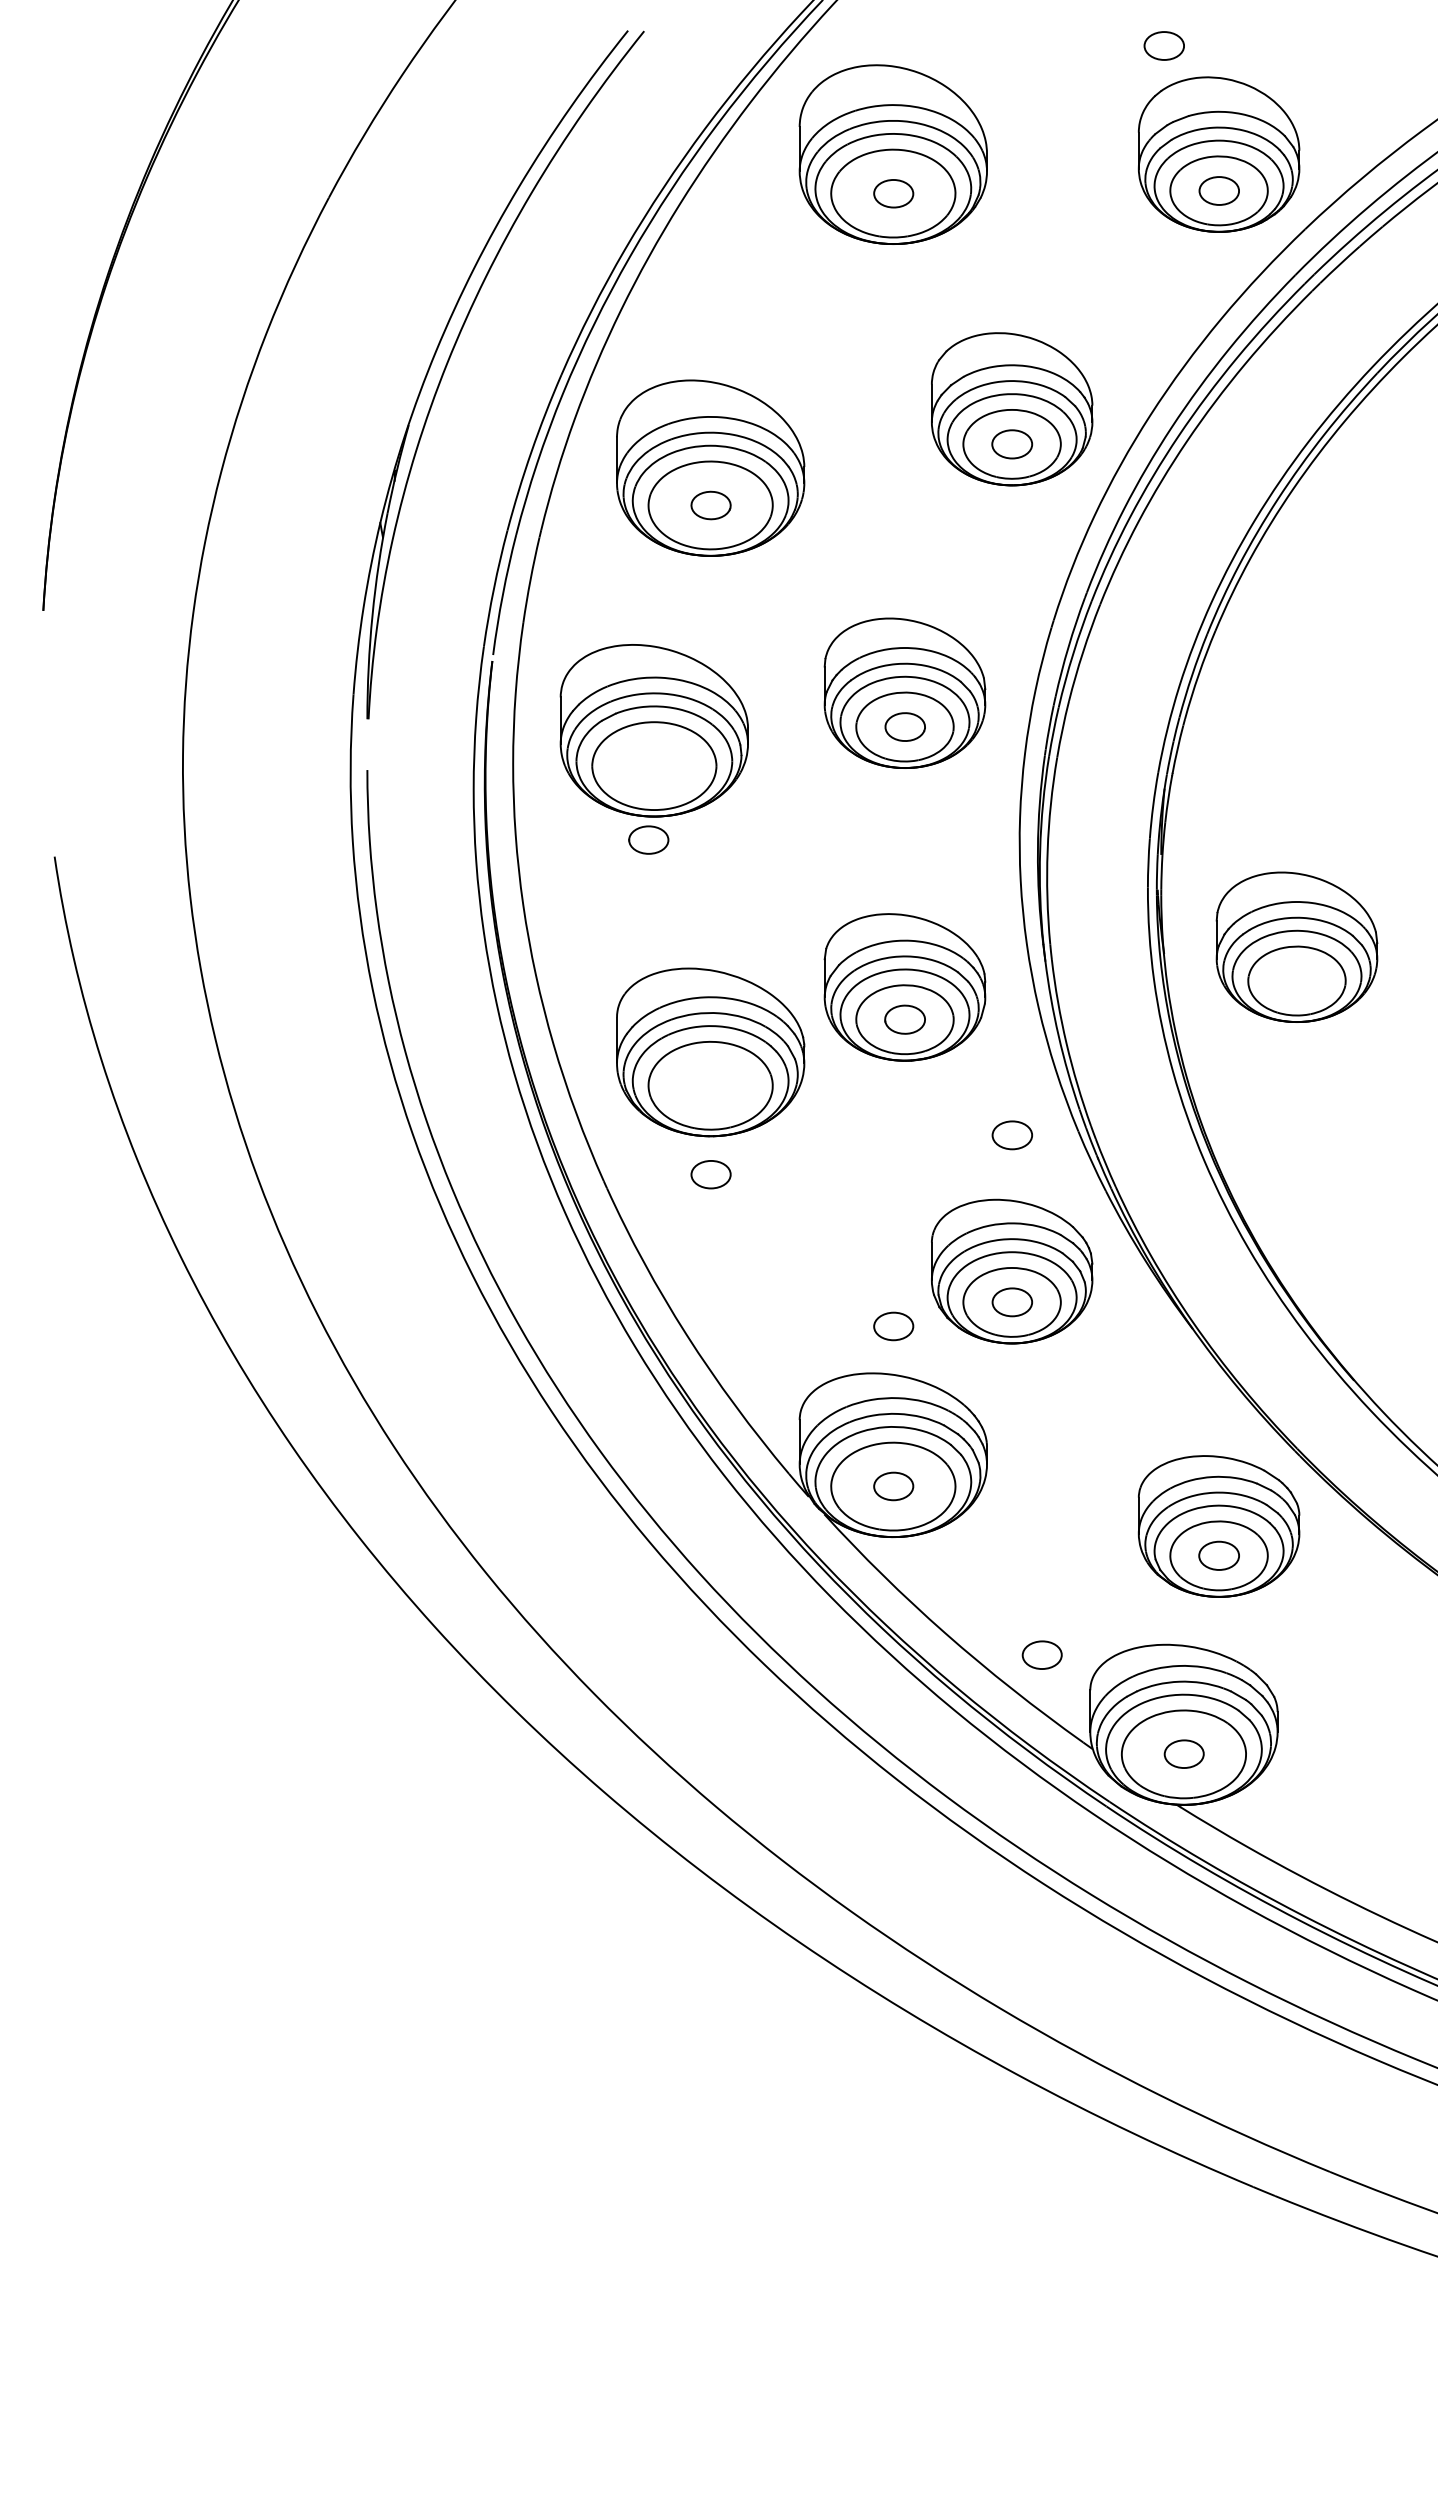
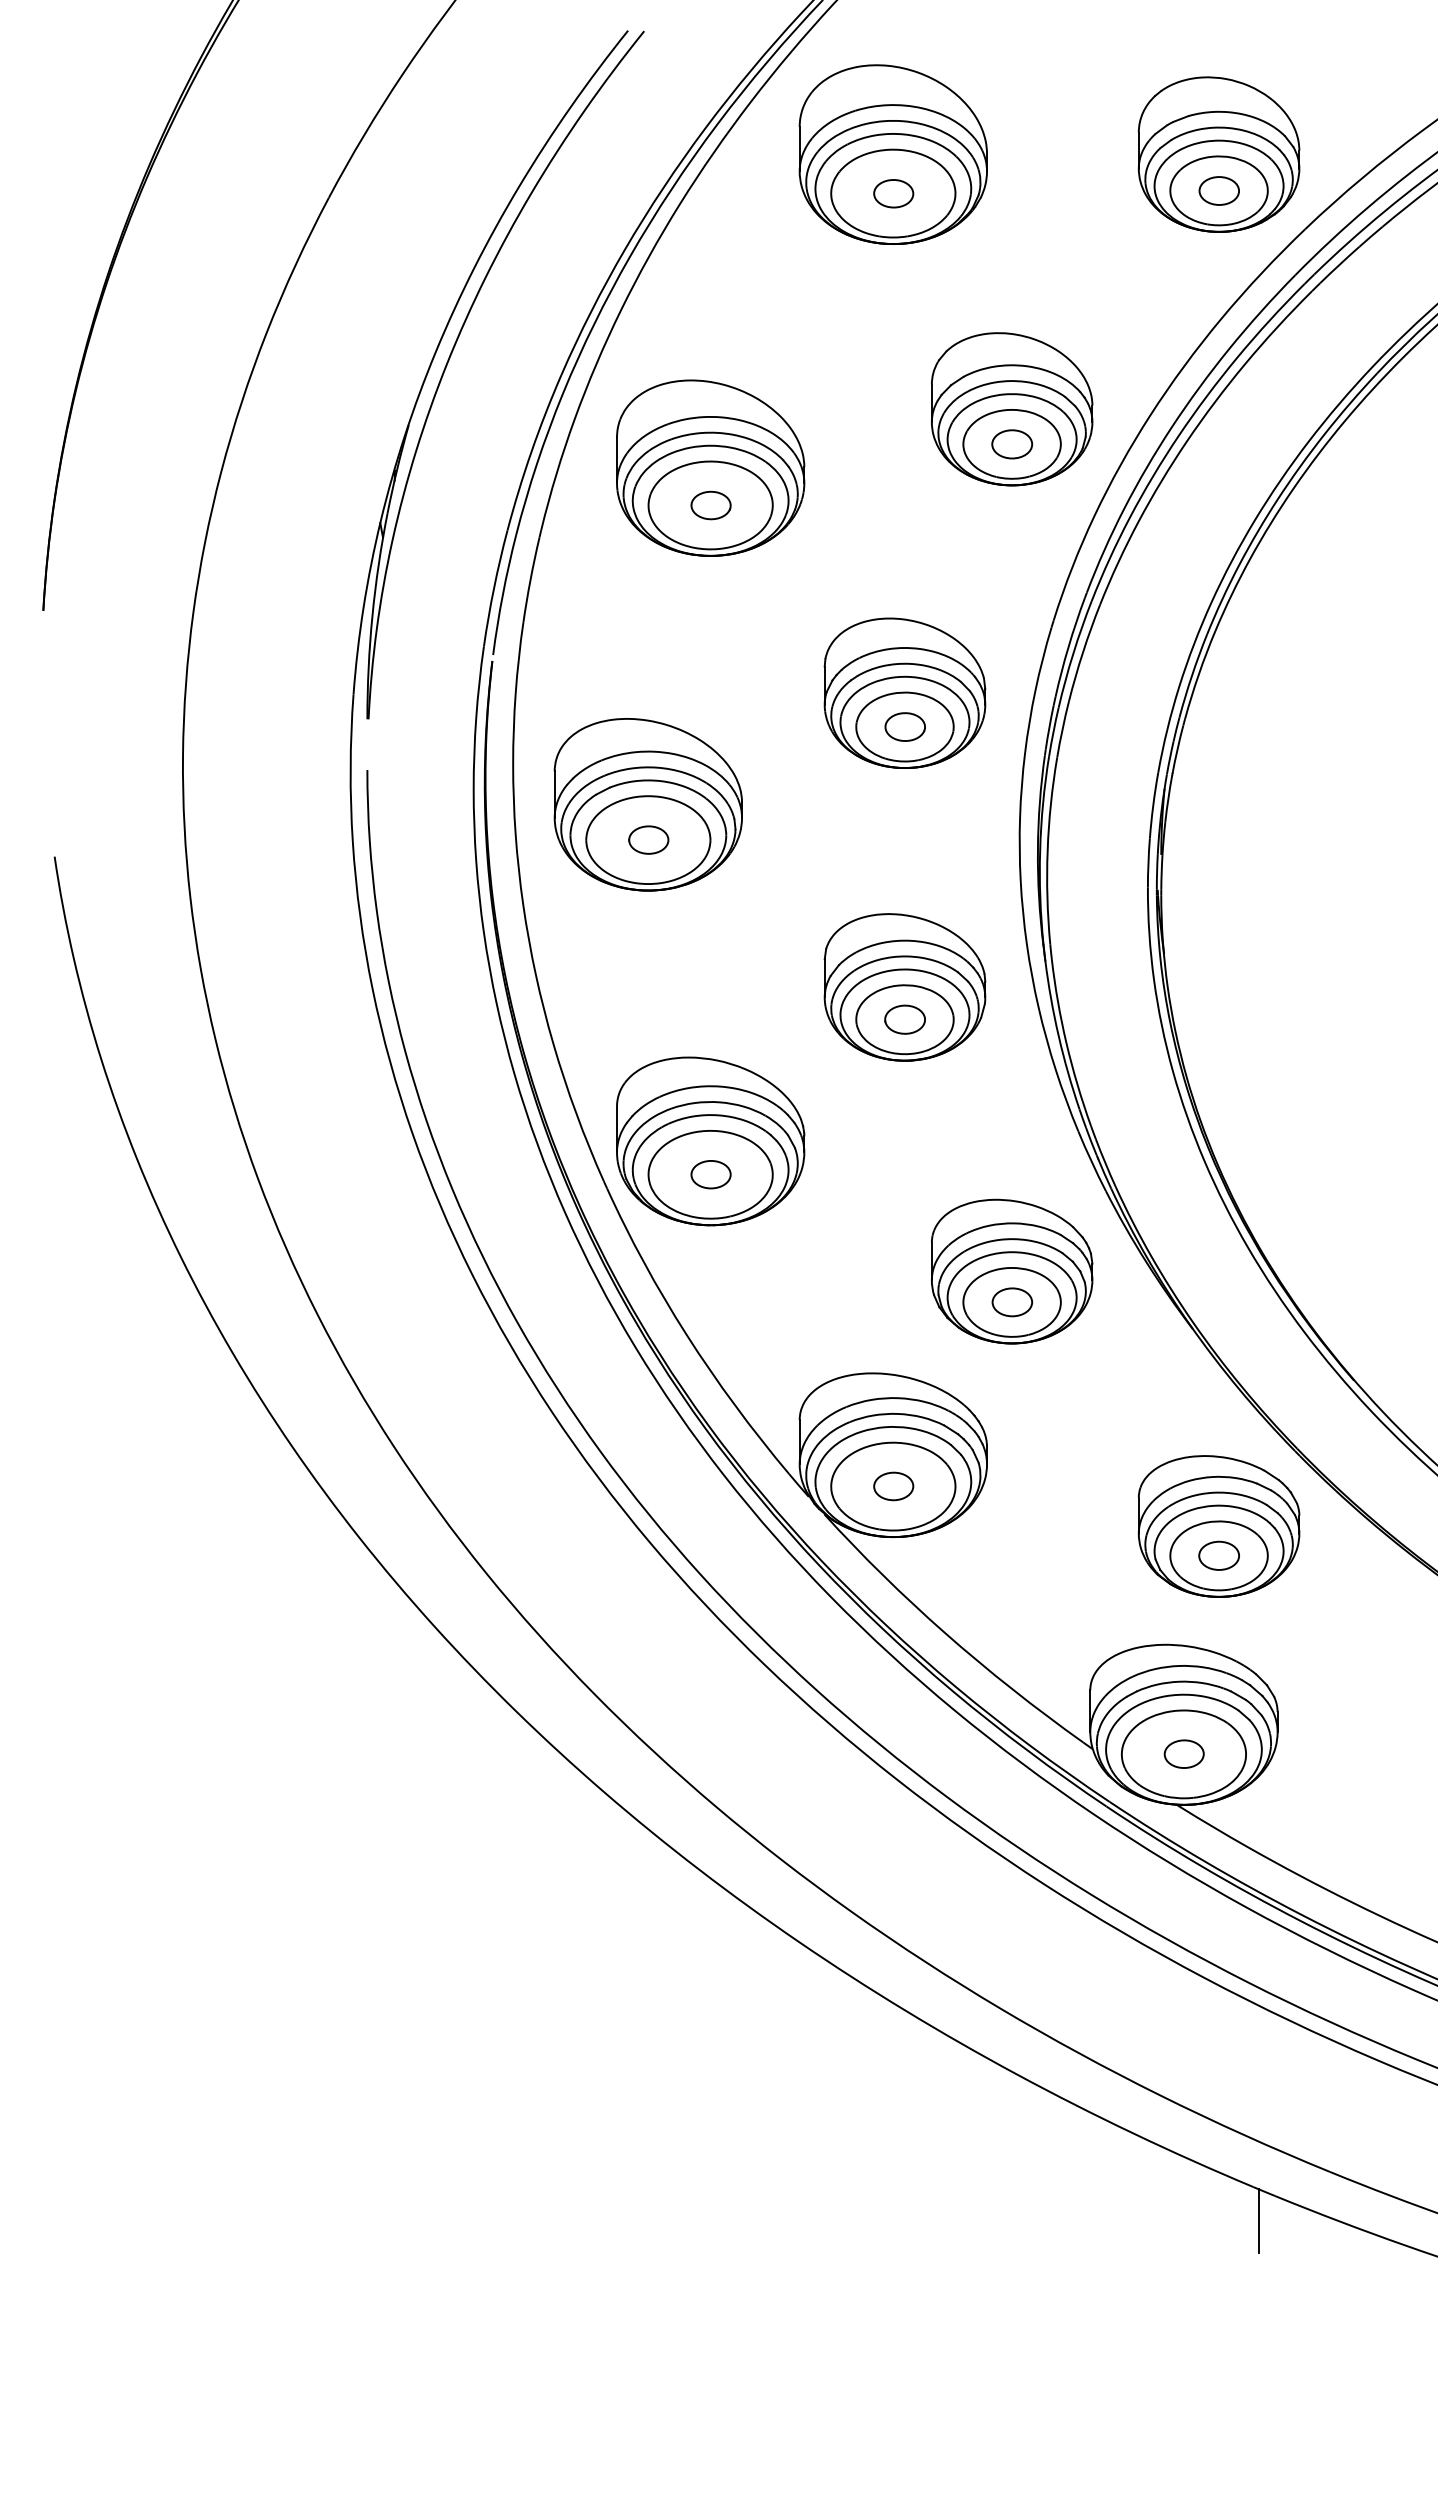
part at (1163, 45): present -> none
part at (653, 730) position: (653, 730) -> (647, 804)
part at (1296, 946): present -> none
part at (710, 1052) position: (710, 1052) -> (710, 1141)
part at (1011, 1135): present -> none
part at (893, 1326): present -> none
part at (1041, 1654): present -> none
line at (1259, 2221): none -> present
